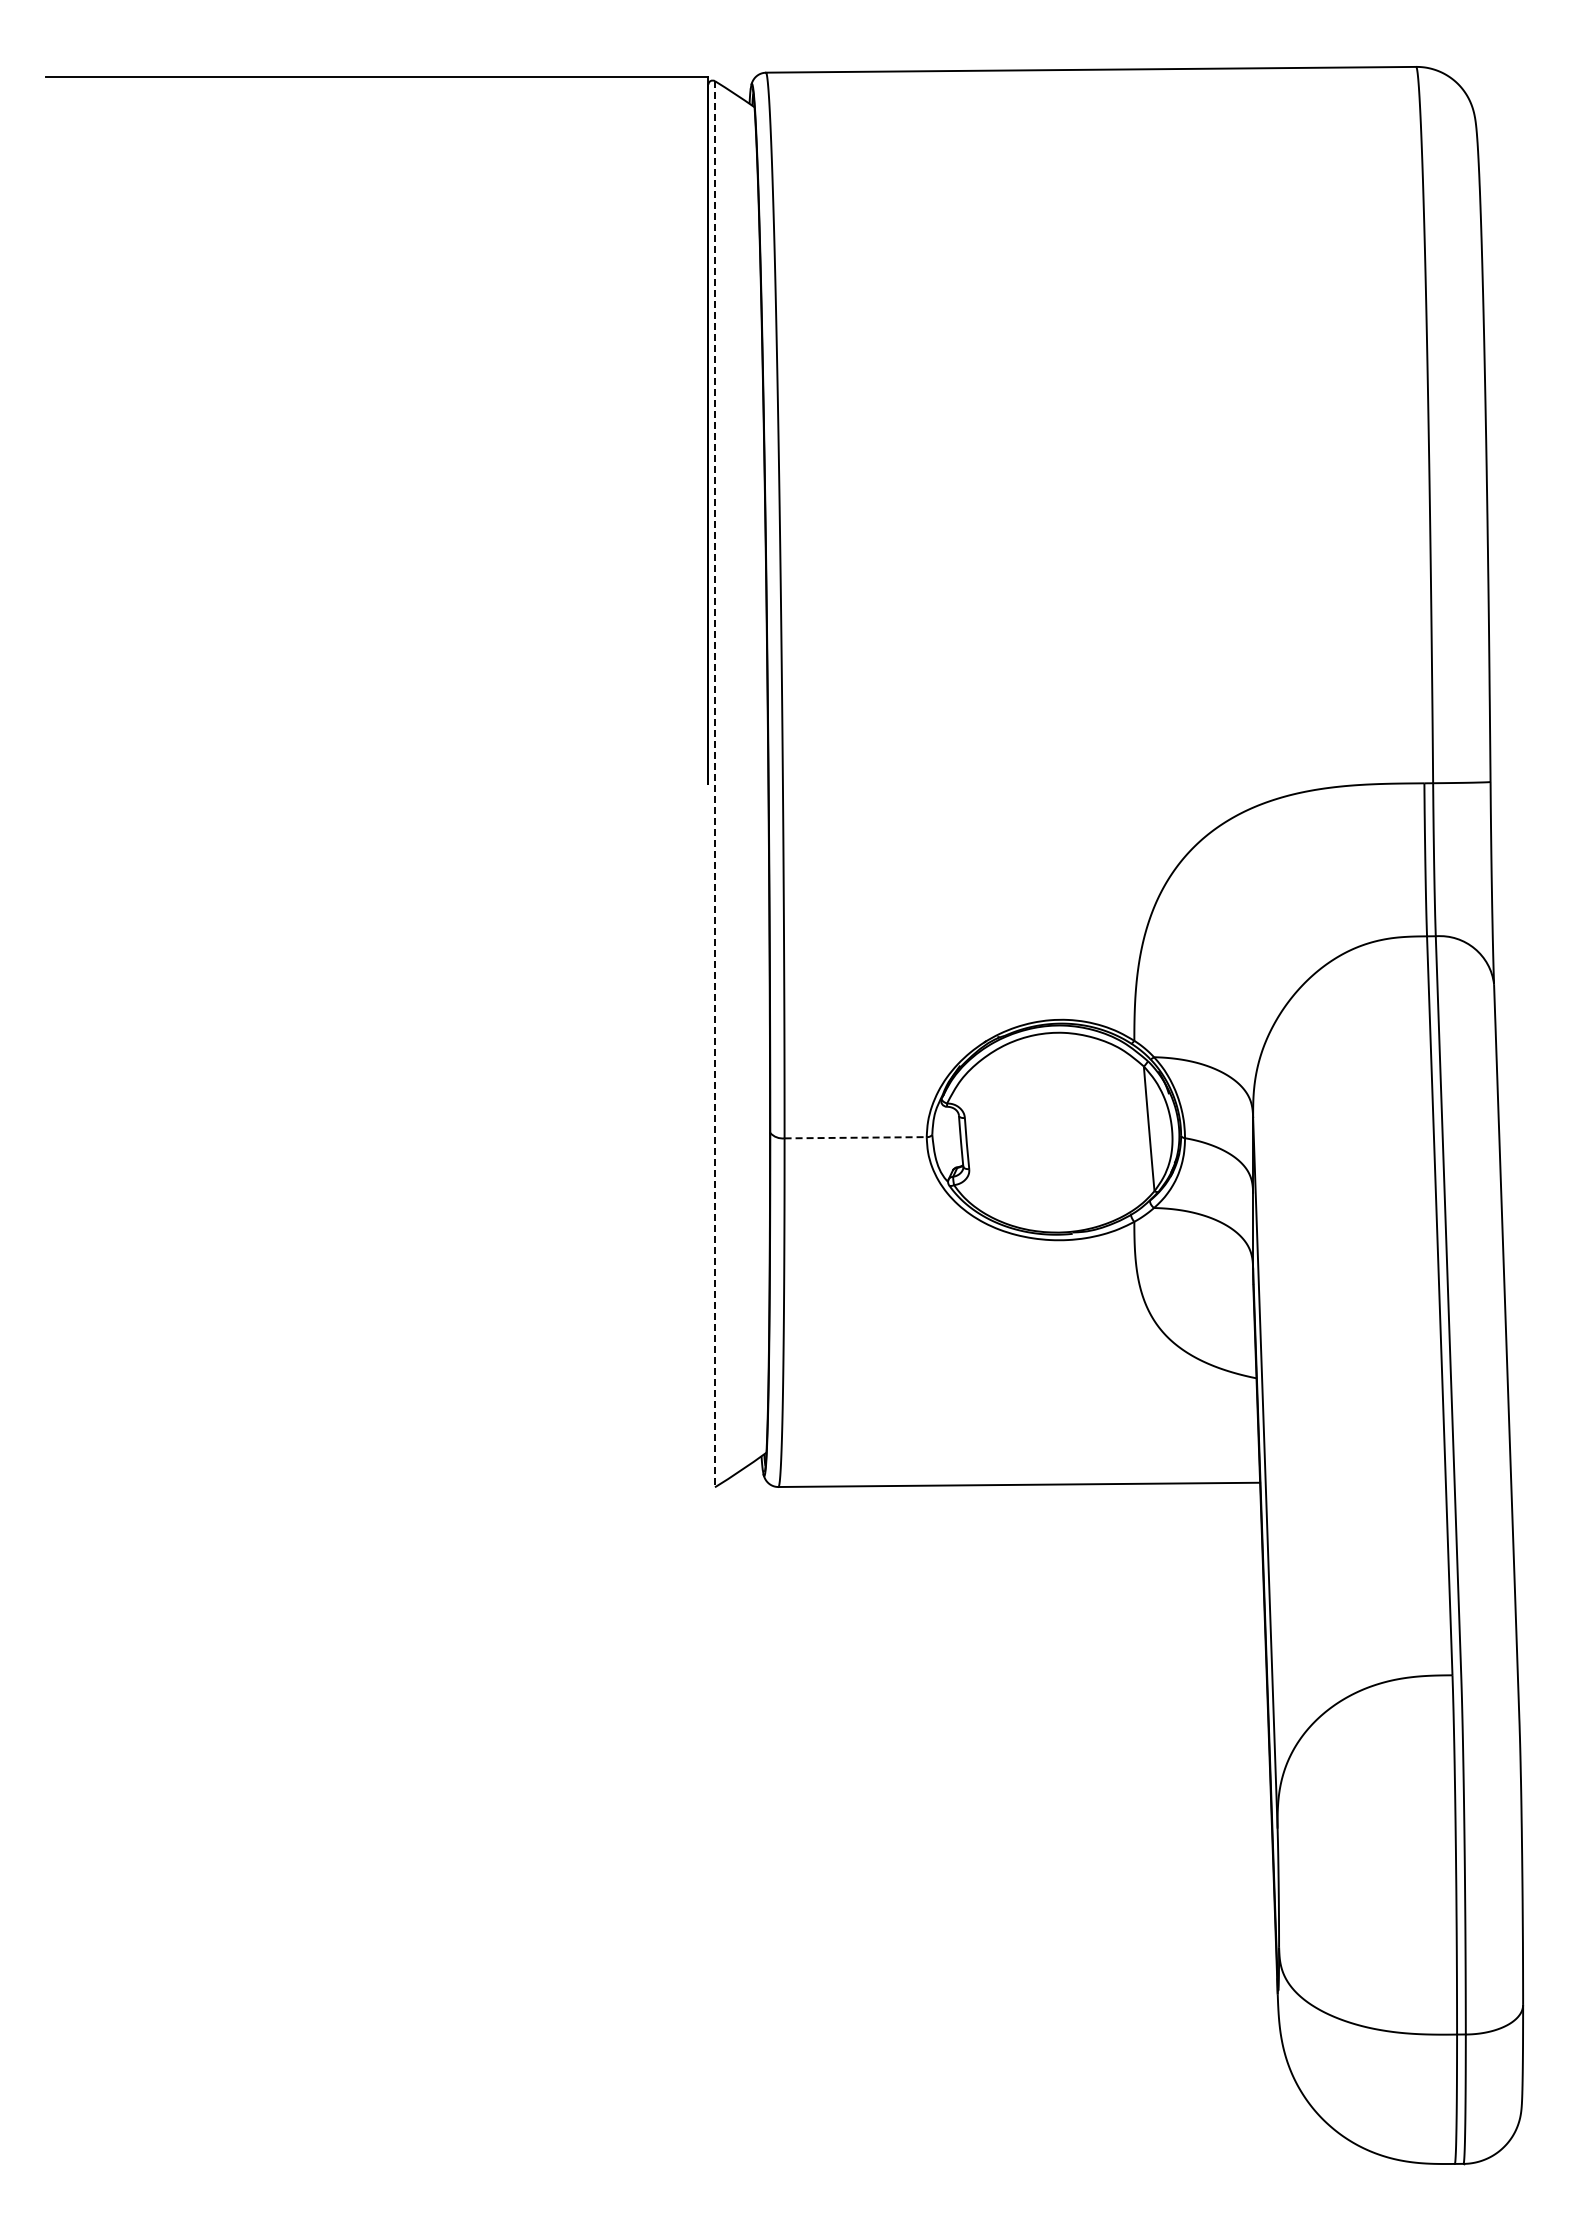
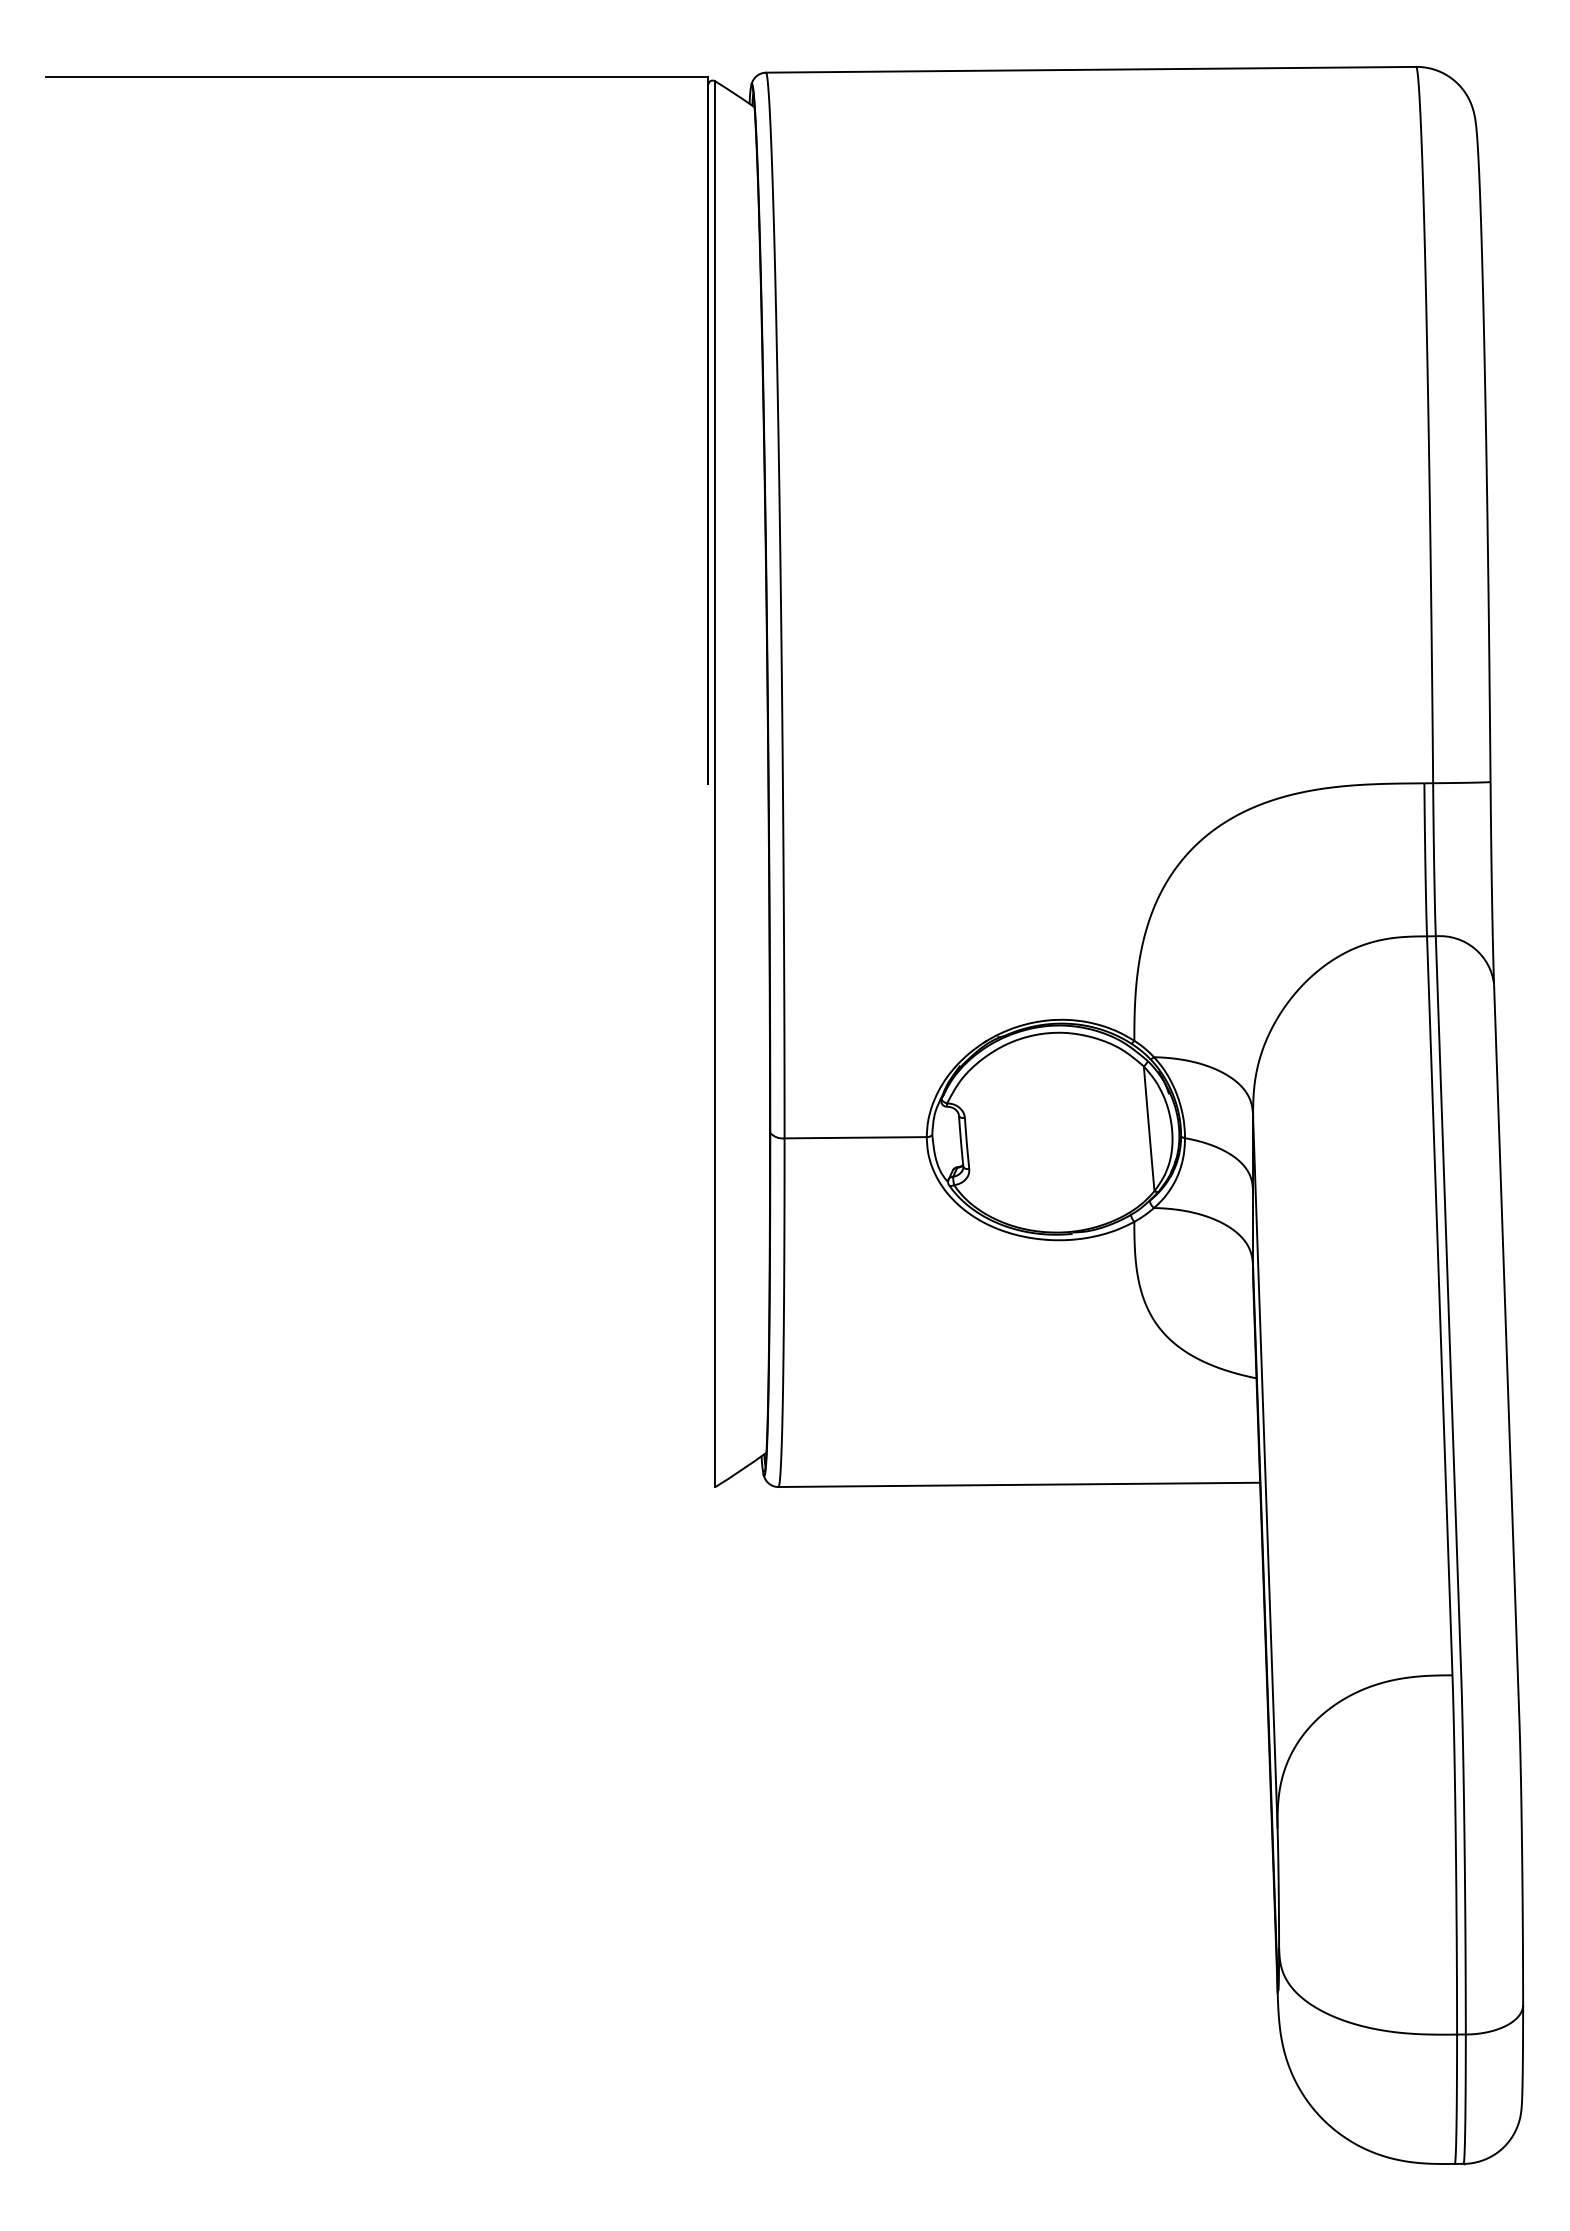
line at (715, 784): dashed -> solid
line at (856, 1137): dashed -> solid
